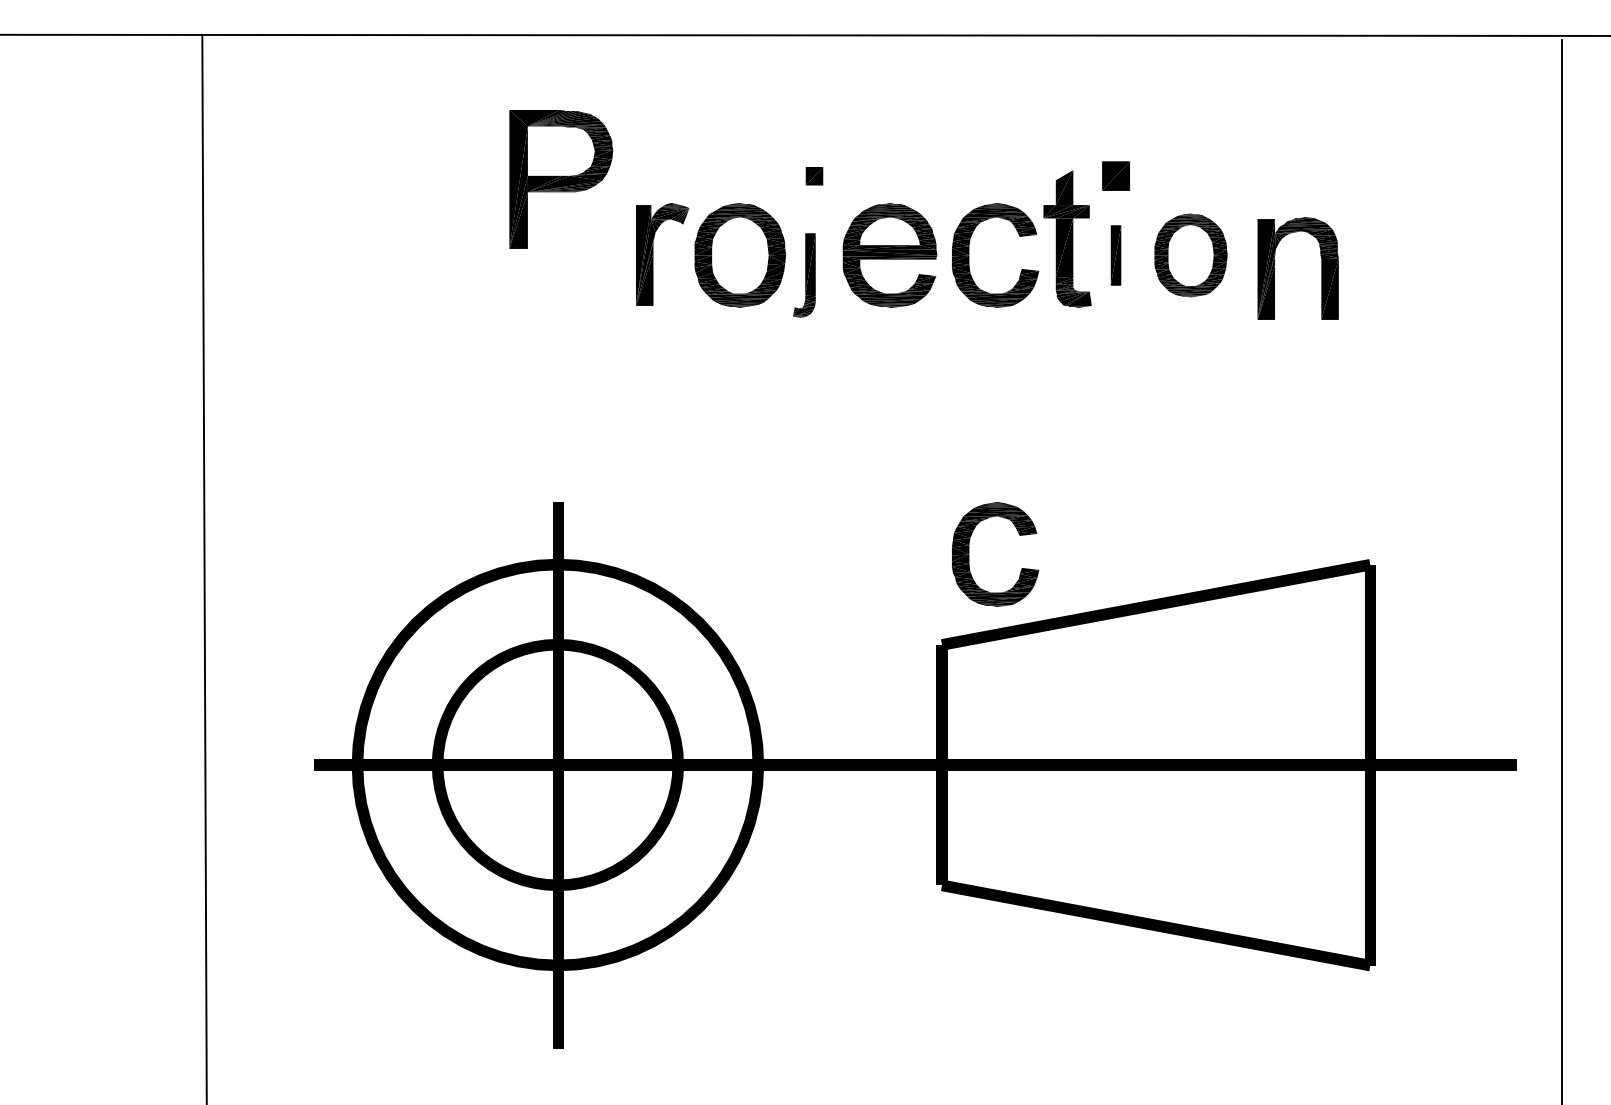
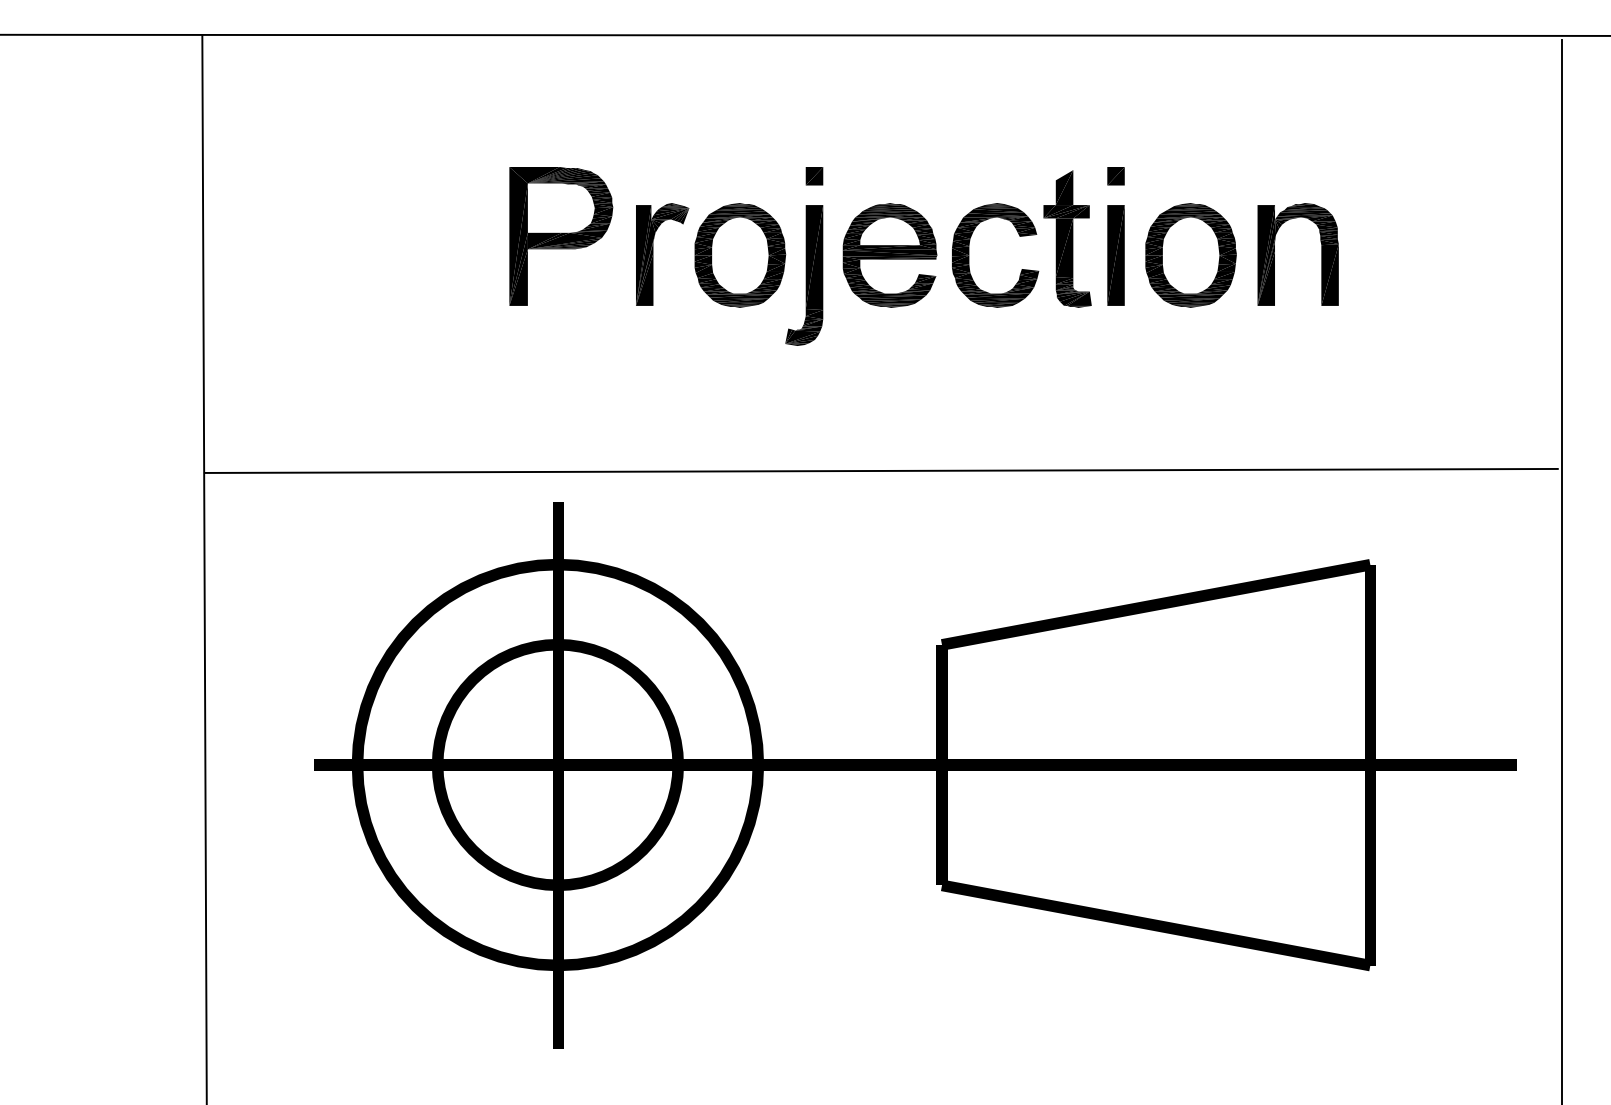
part at (1115, 175) size: 28x30 px -> 18x19 px
part at (561, 179) position: (561, 179) -> (561, 236)
part at (1115, 255) size: 12x61 px -> 18x101 px
part at (1190, 255) size: 74x85 px -> 92x105 px
part at (1274, 268) position: (1274, 268) -> (1274, 254)
part at (804, 275) size: 23x85 px -> 39x141 px
line at (880, 470): none -> present
part at (969, 554): present -> none
